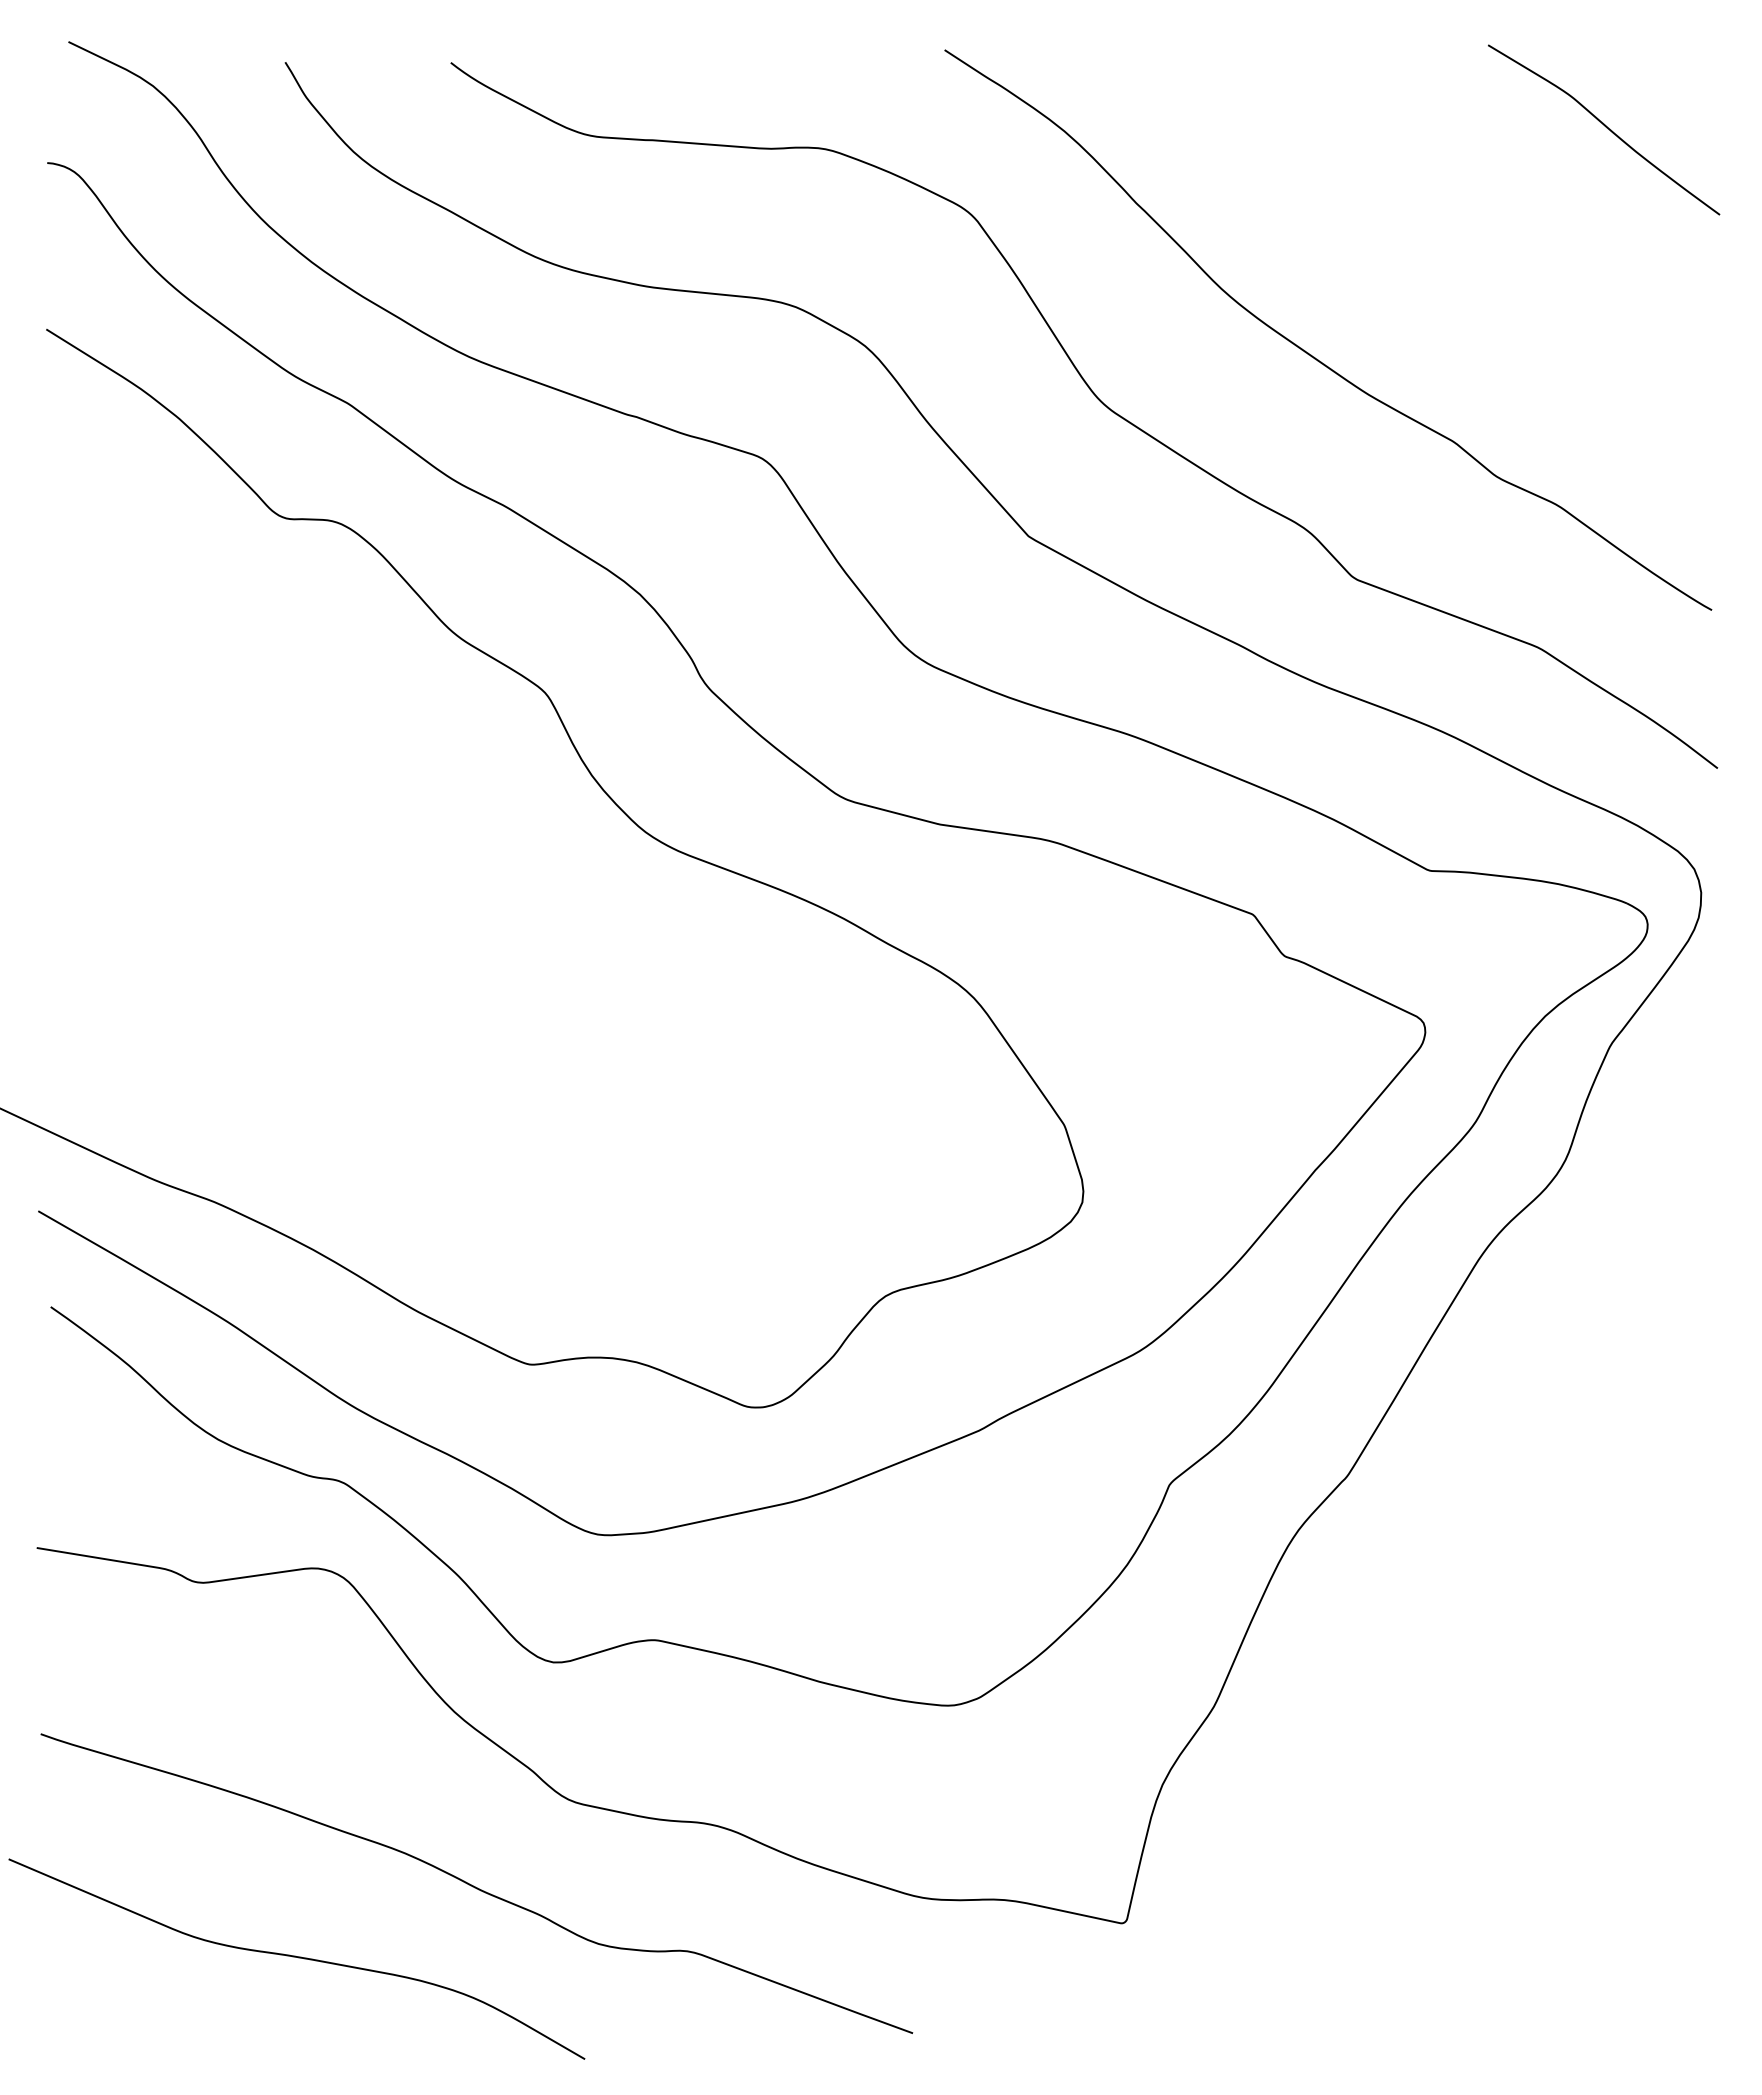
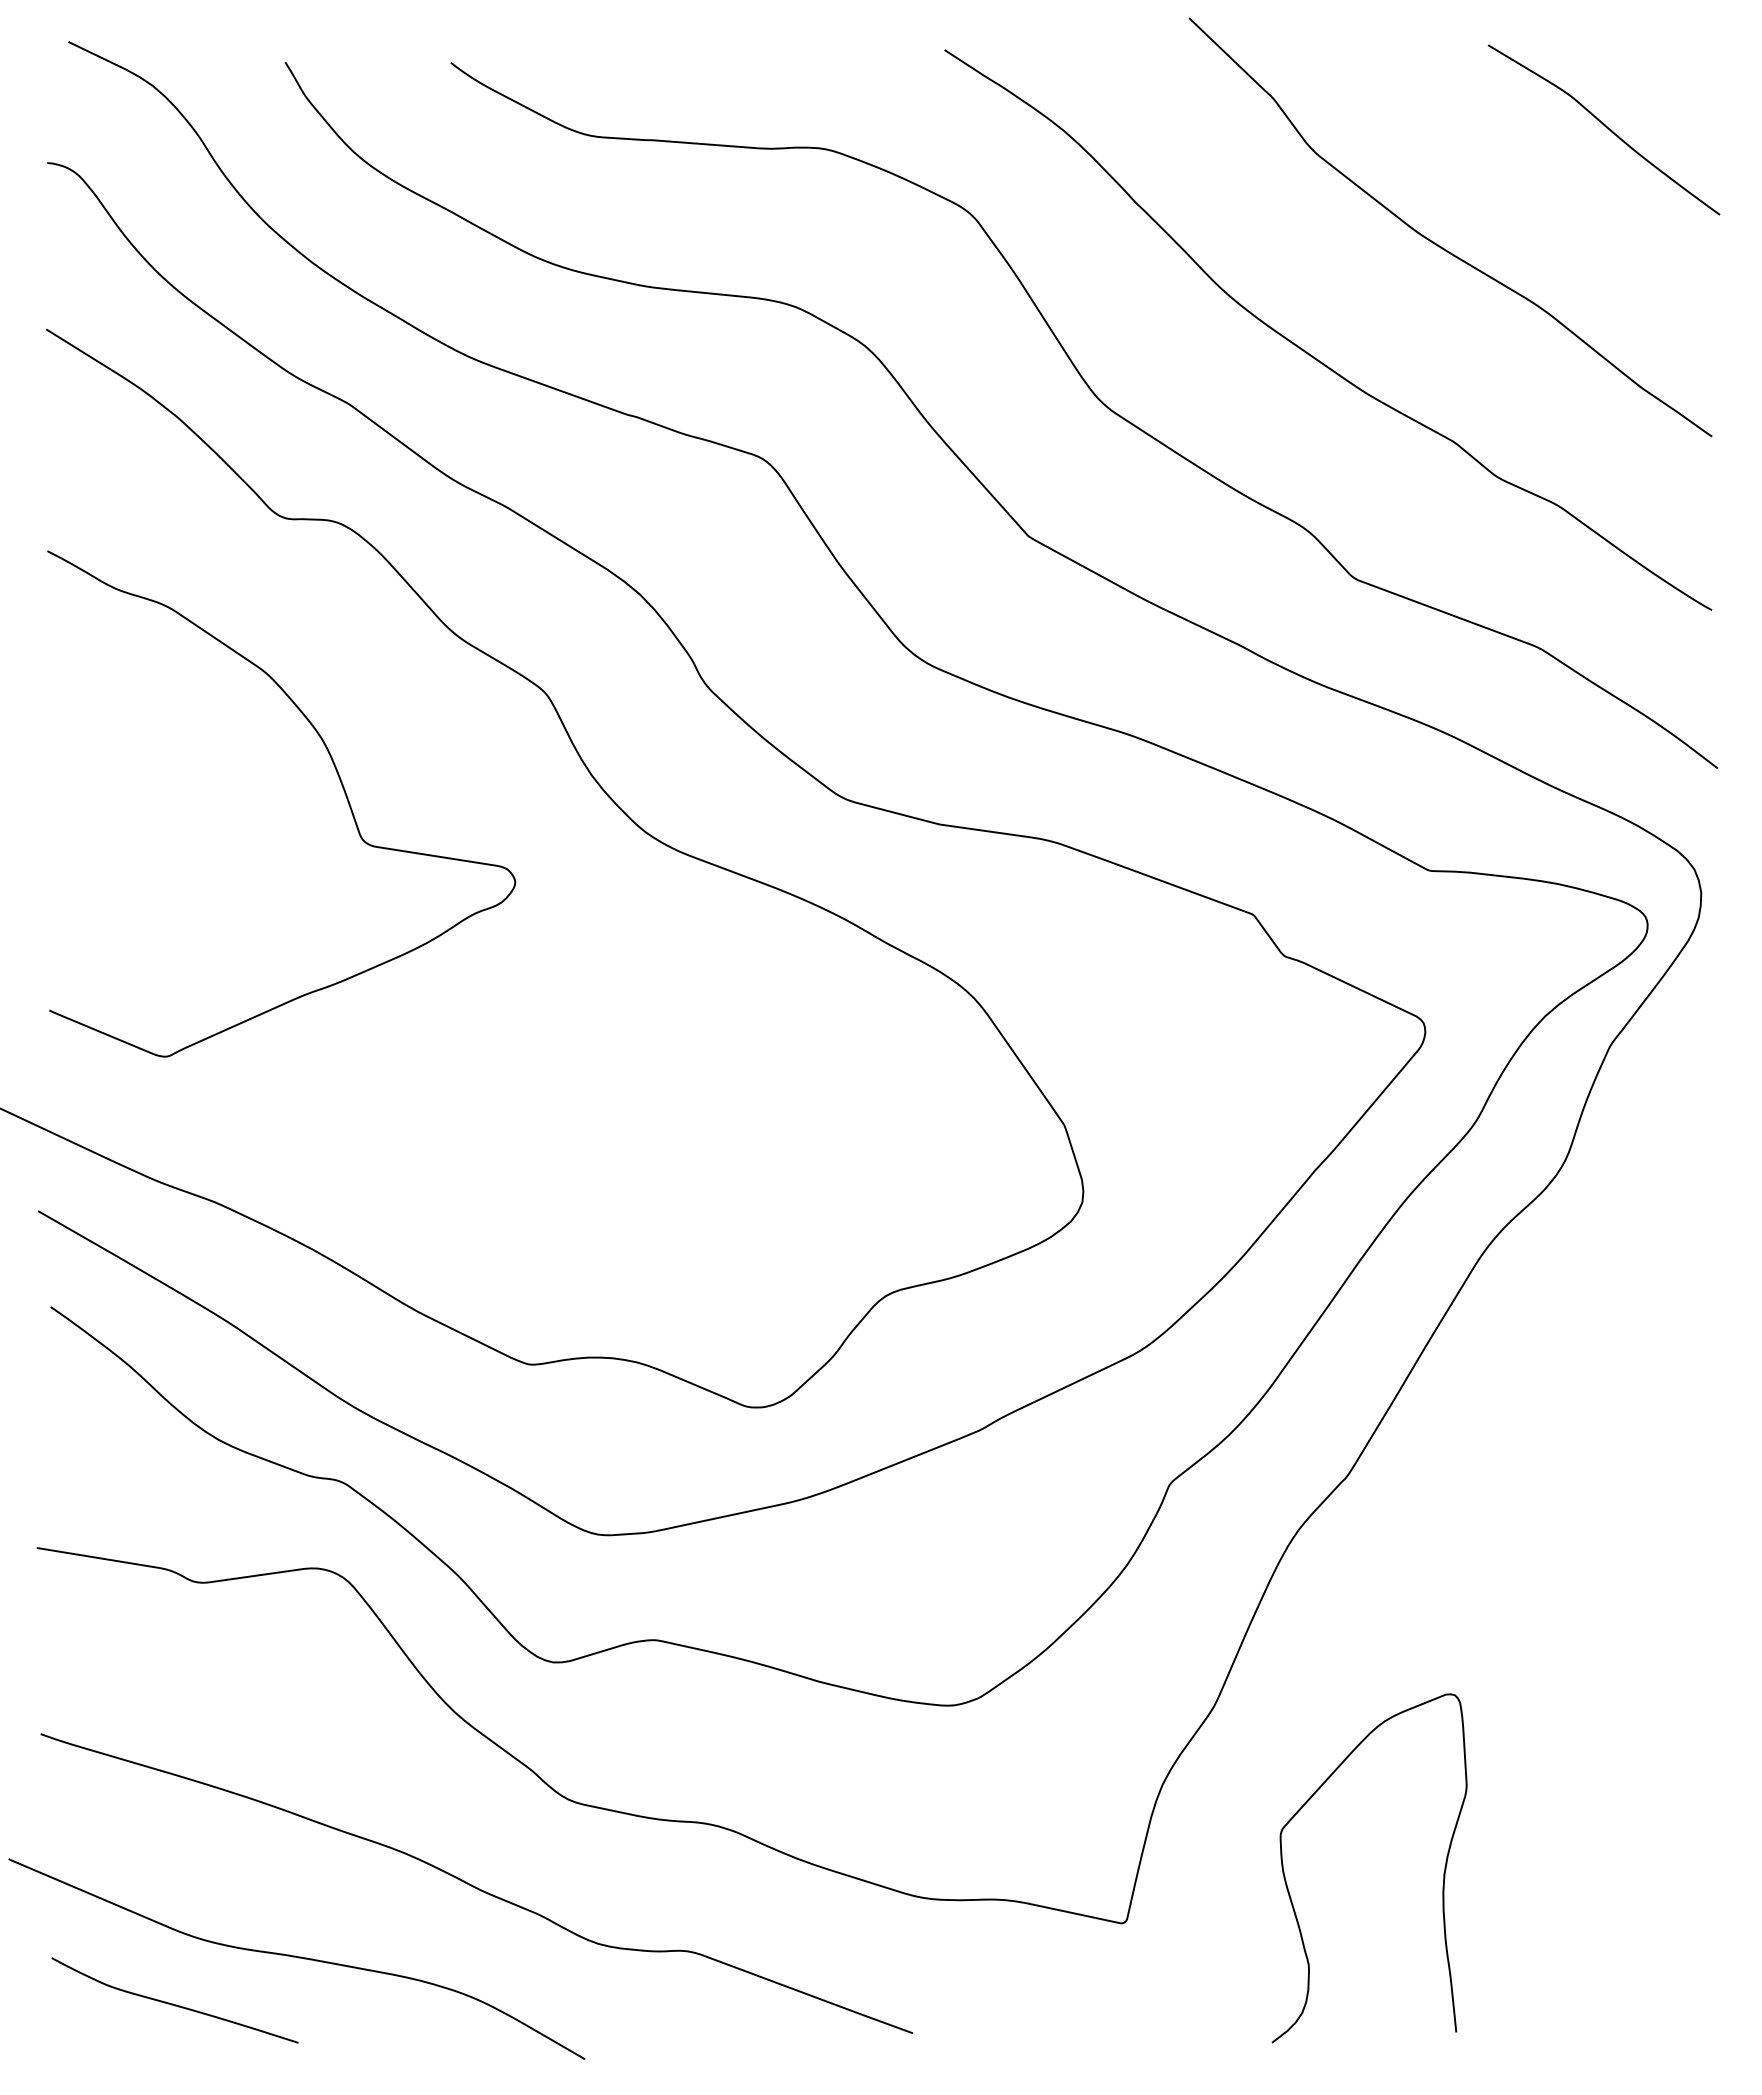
curve at (1438, 244): none -> present
curve at (339, 780): none -> present
curve at (1443, 1872): none -> present
curve at (173, 2003): none -> present
